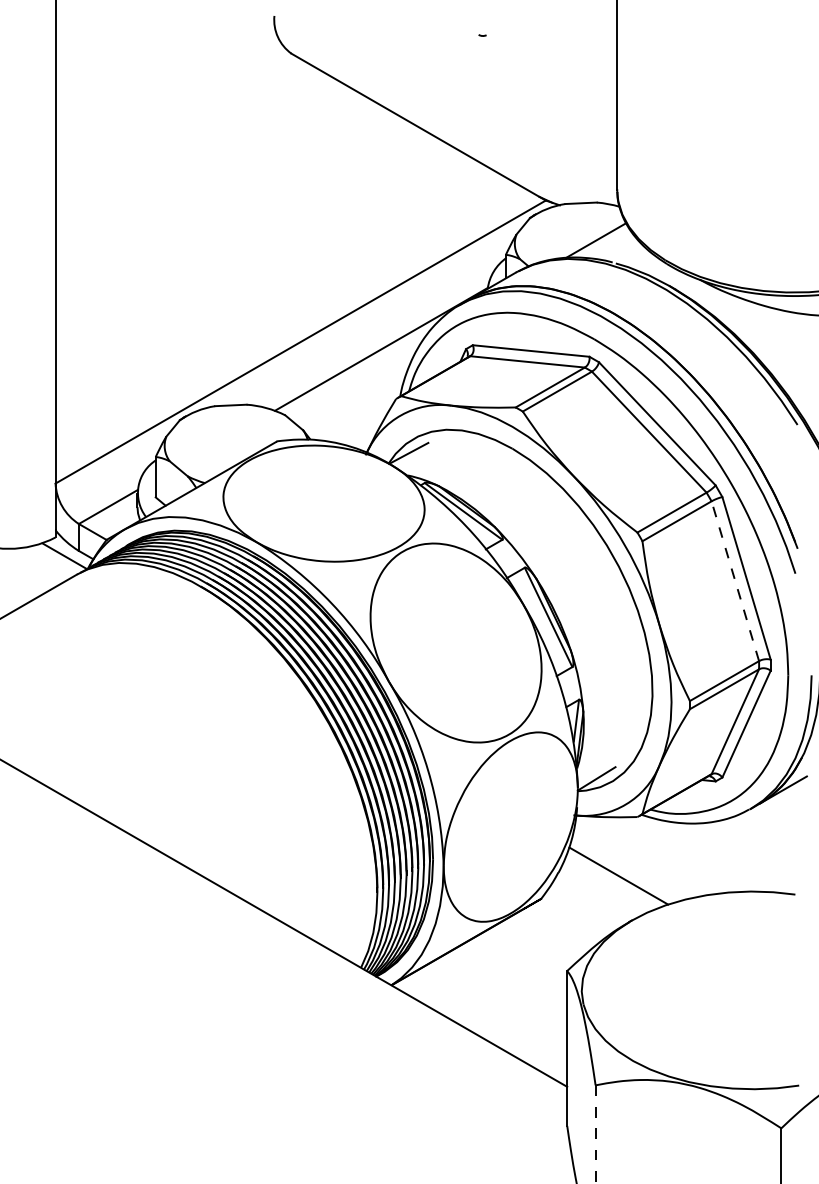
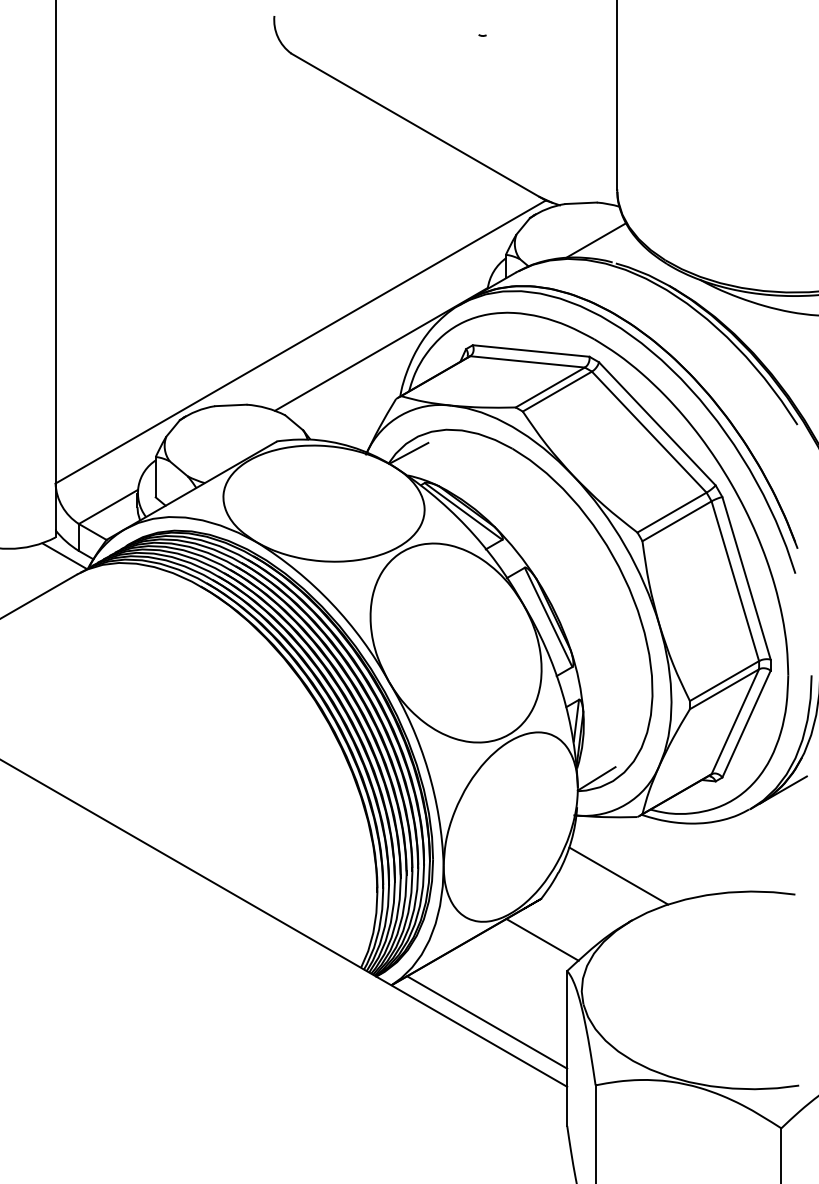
line at (735, 580): dashed -> solid
line at (542, 939): none -> present
line at (487, 1022): none -> present
line at (595, 1135): dashed -> solid
